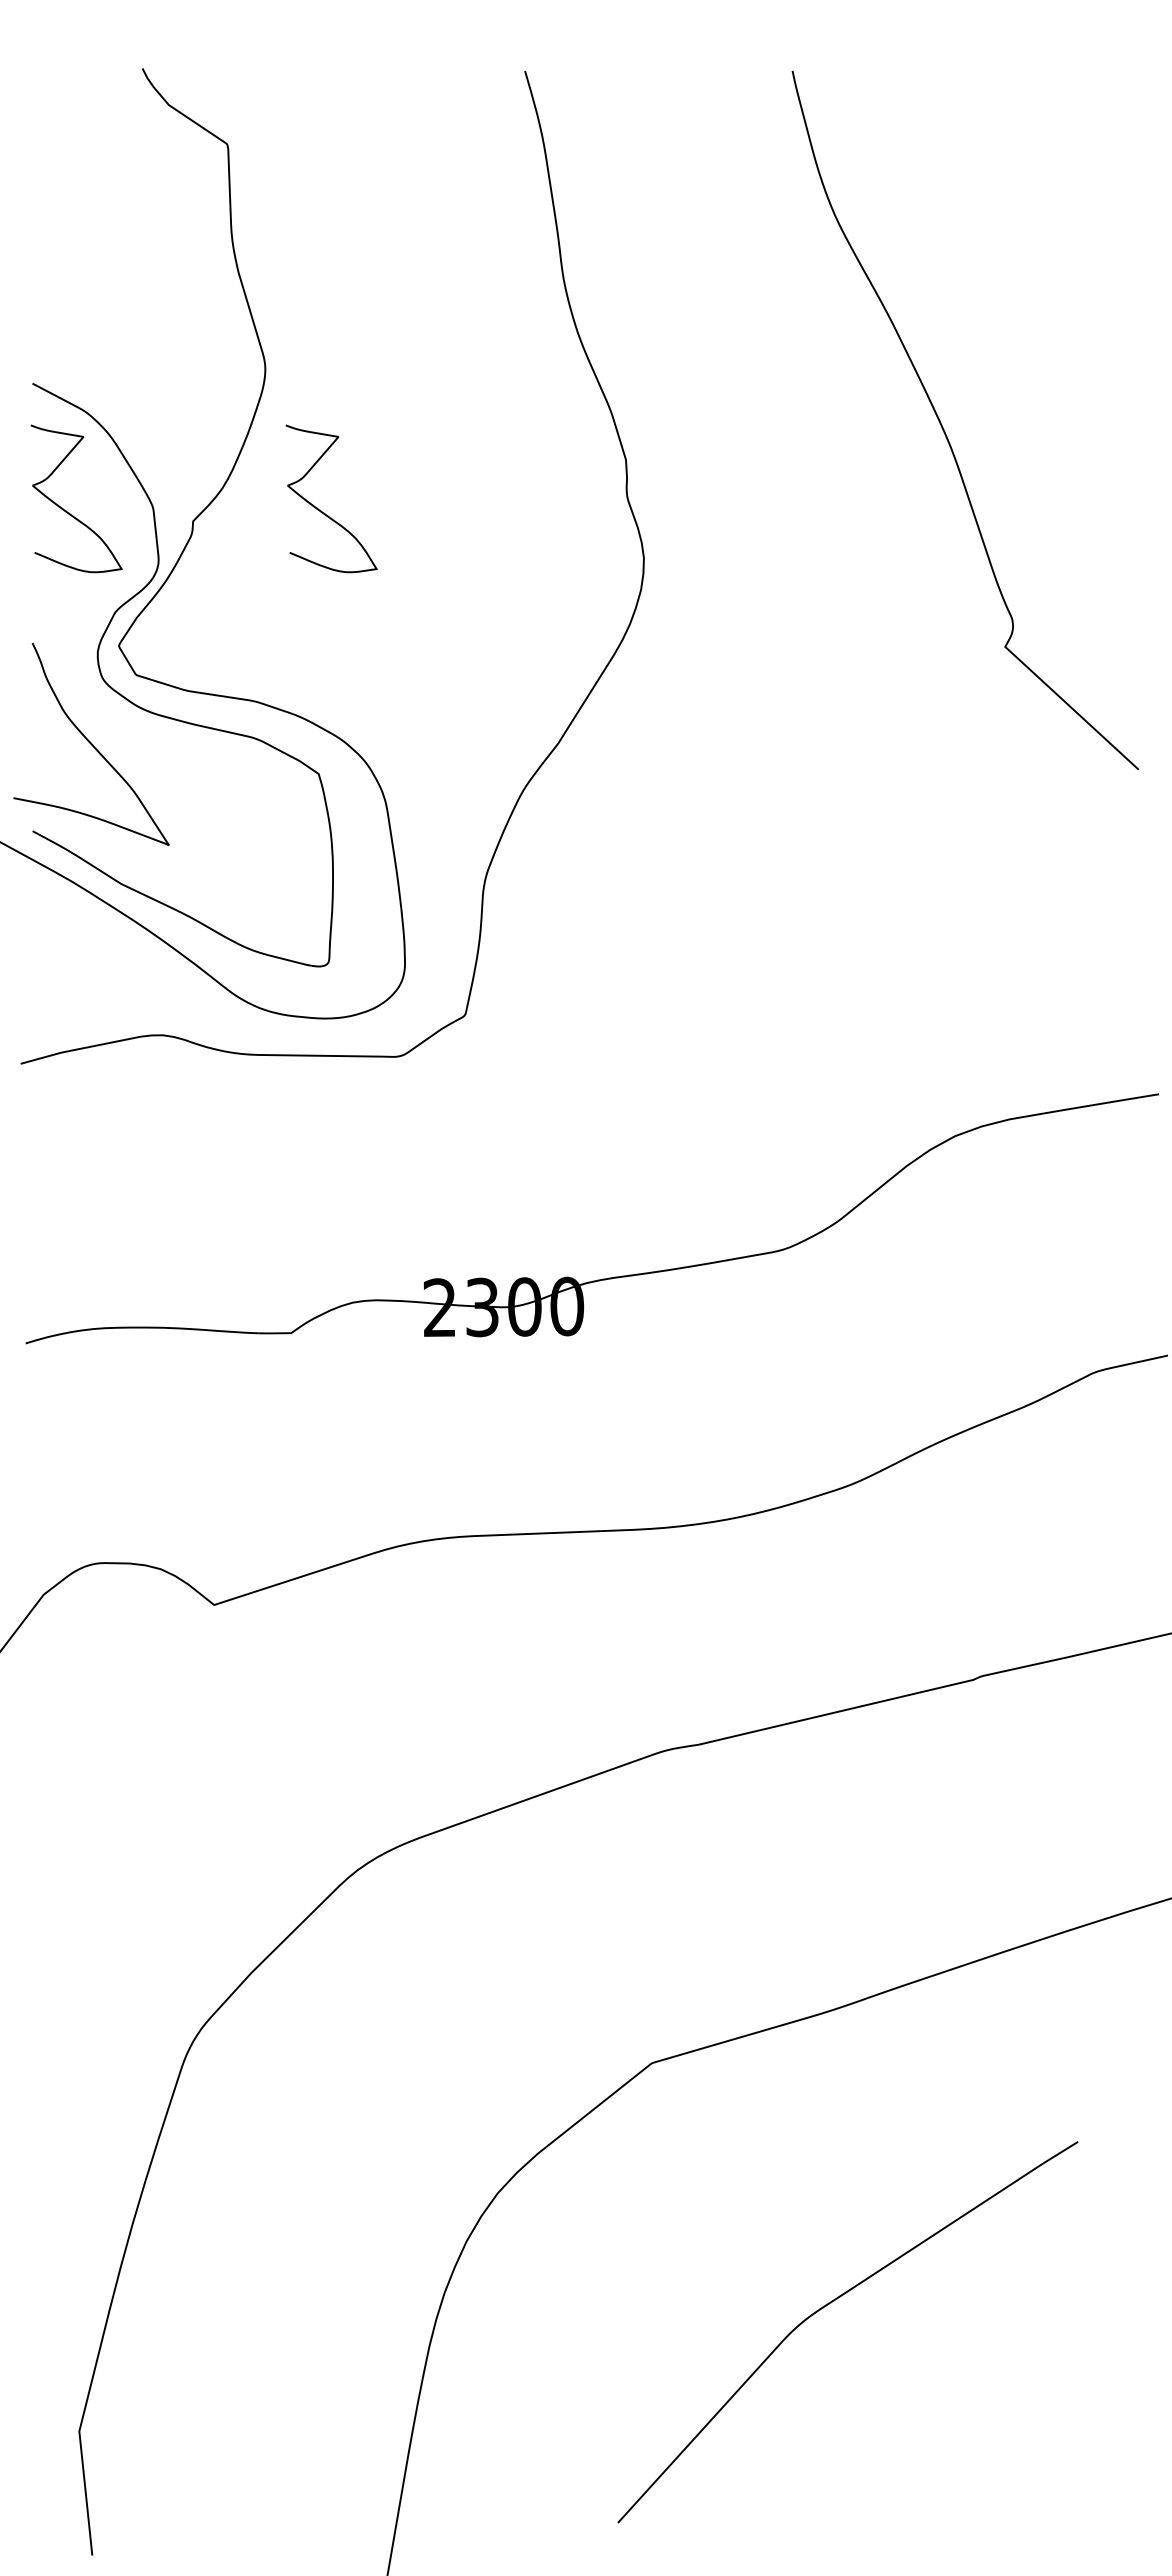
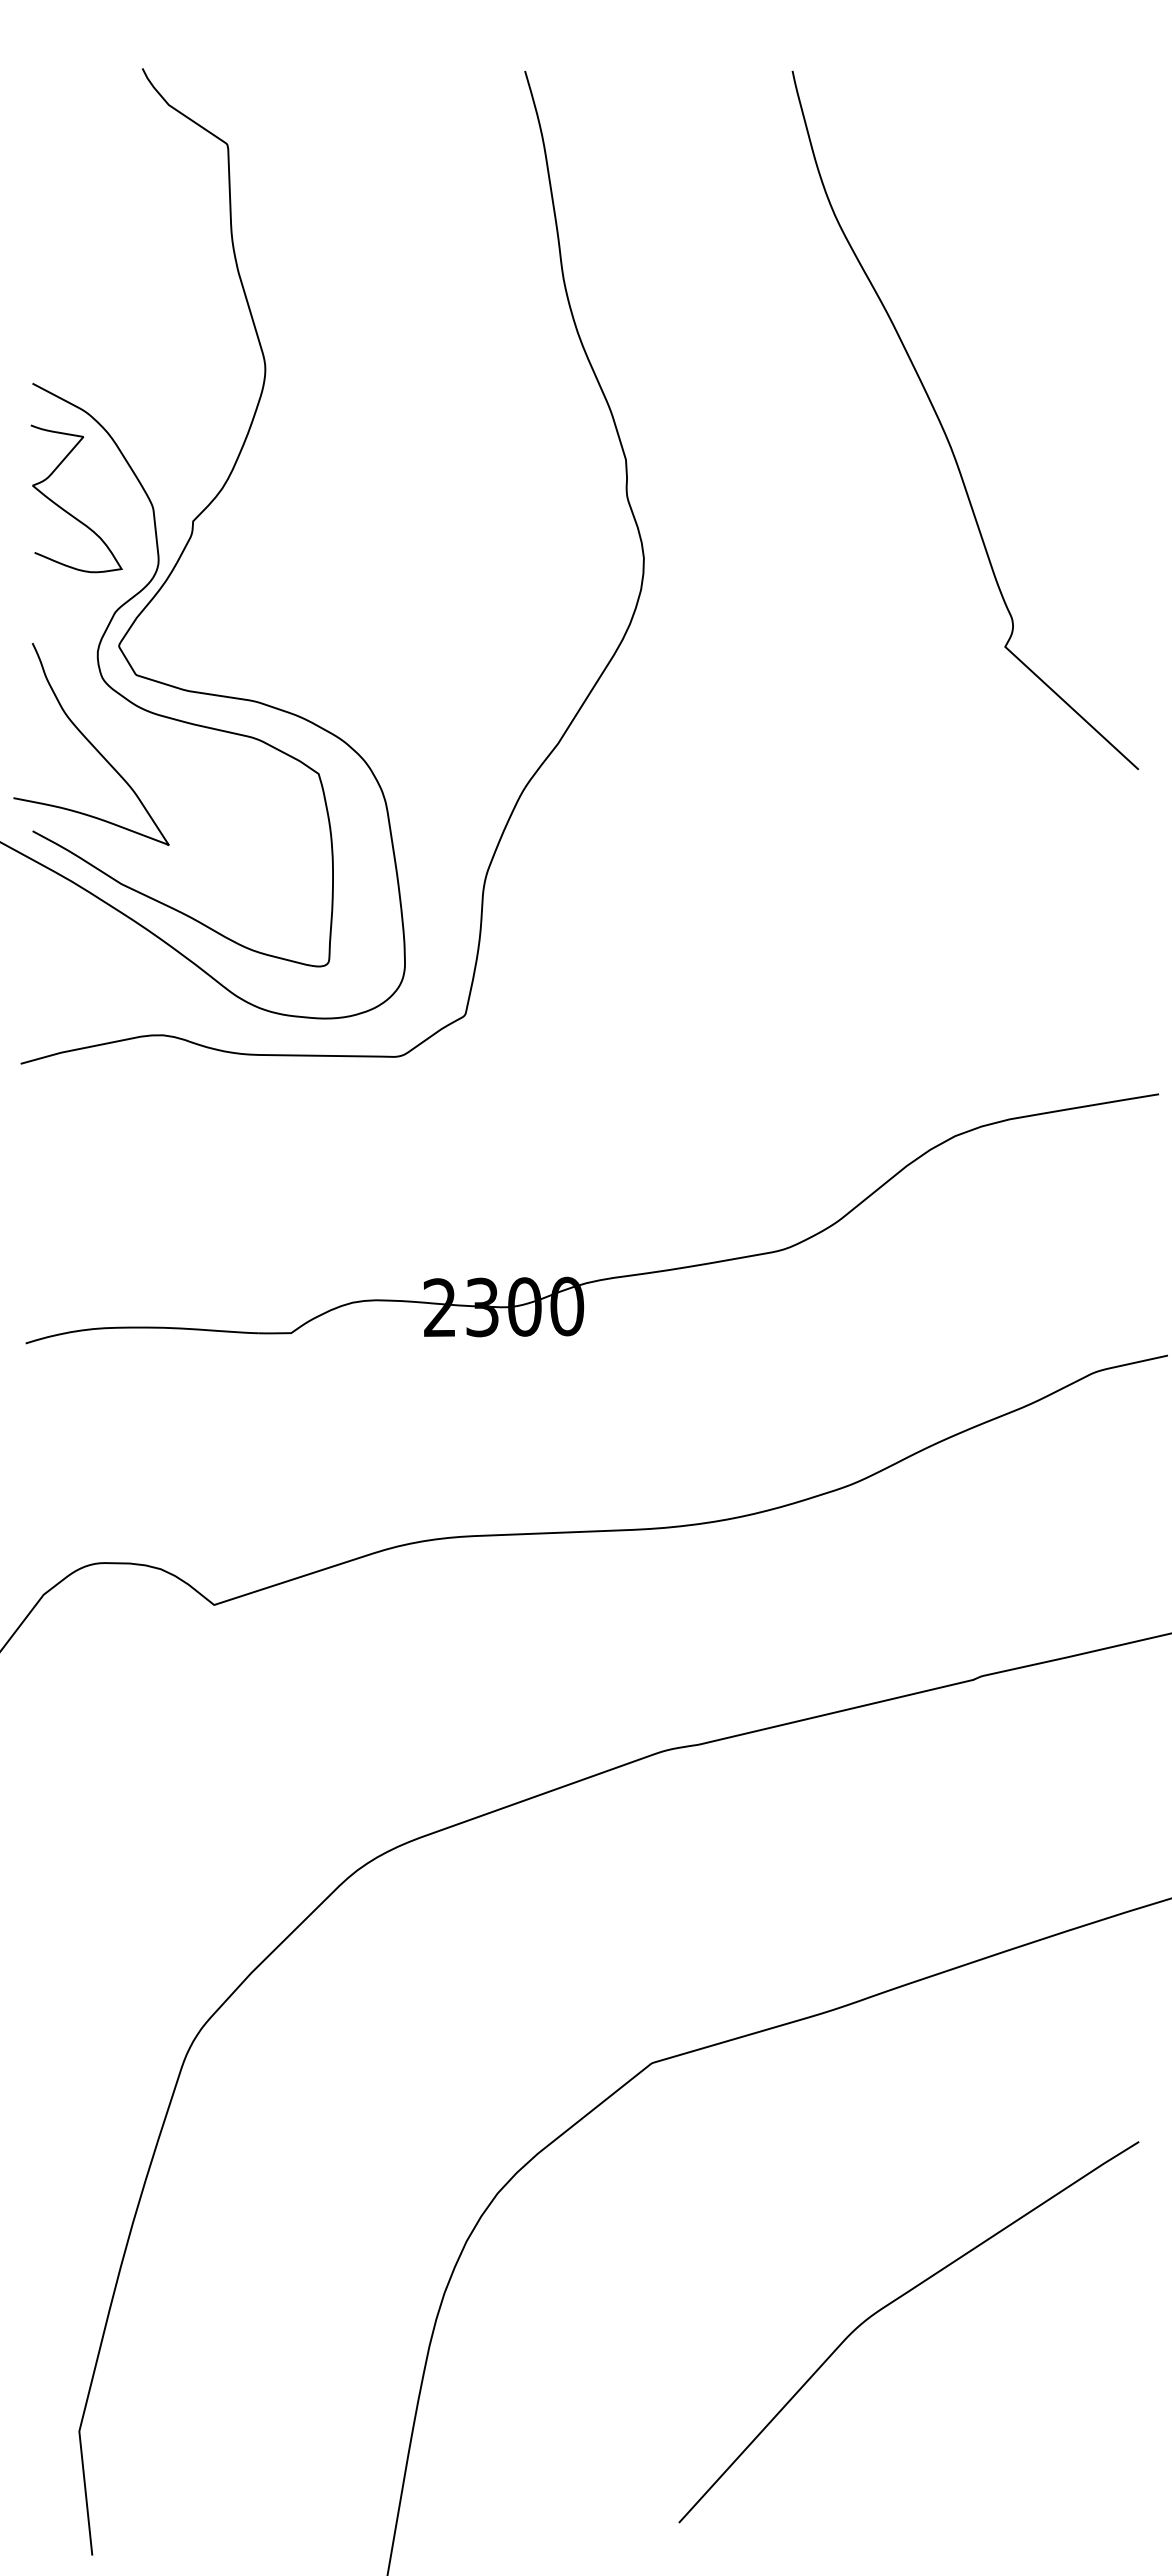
curve at (321, 510): present -> none
curve at (831, 2303) position: (831, 2303) -> (892, 2303)
